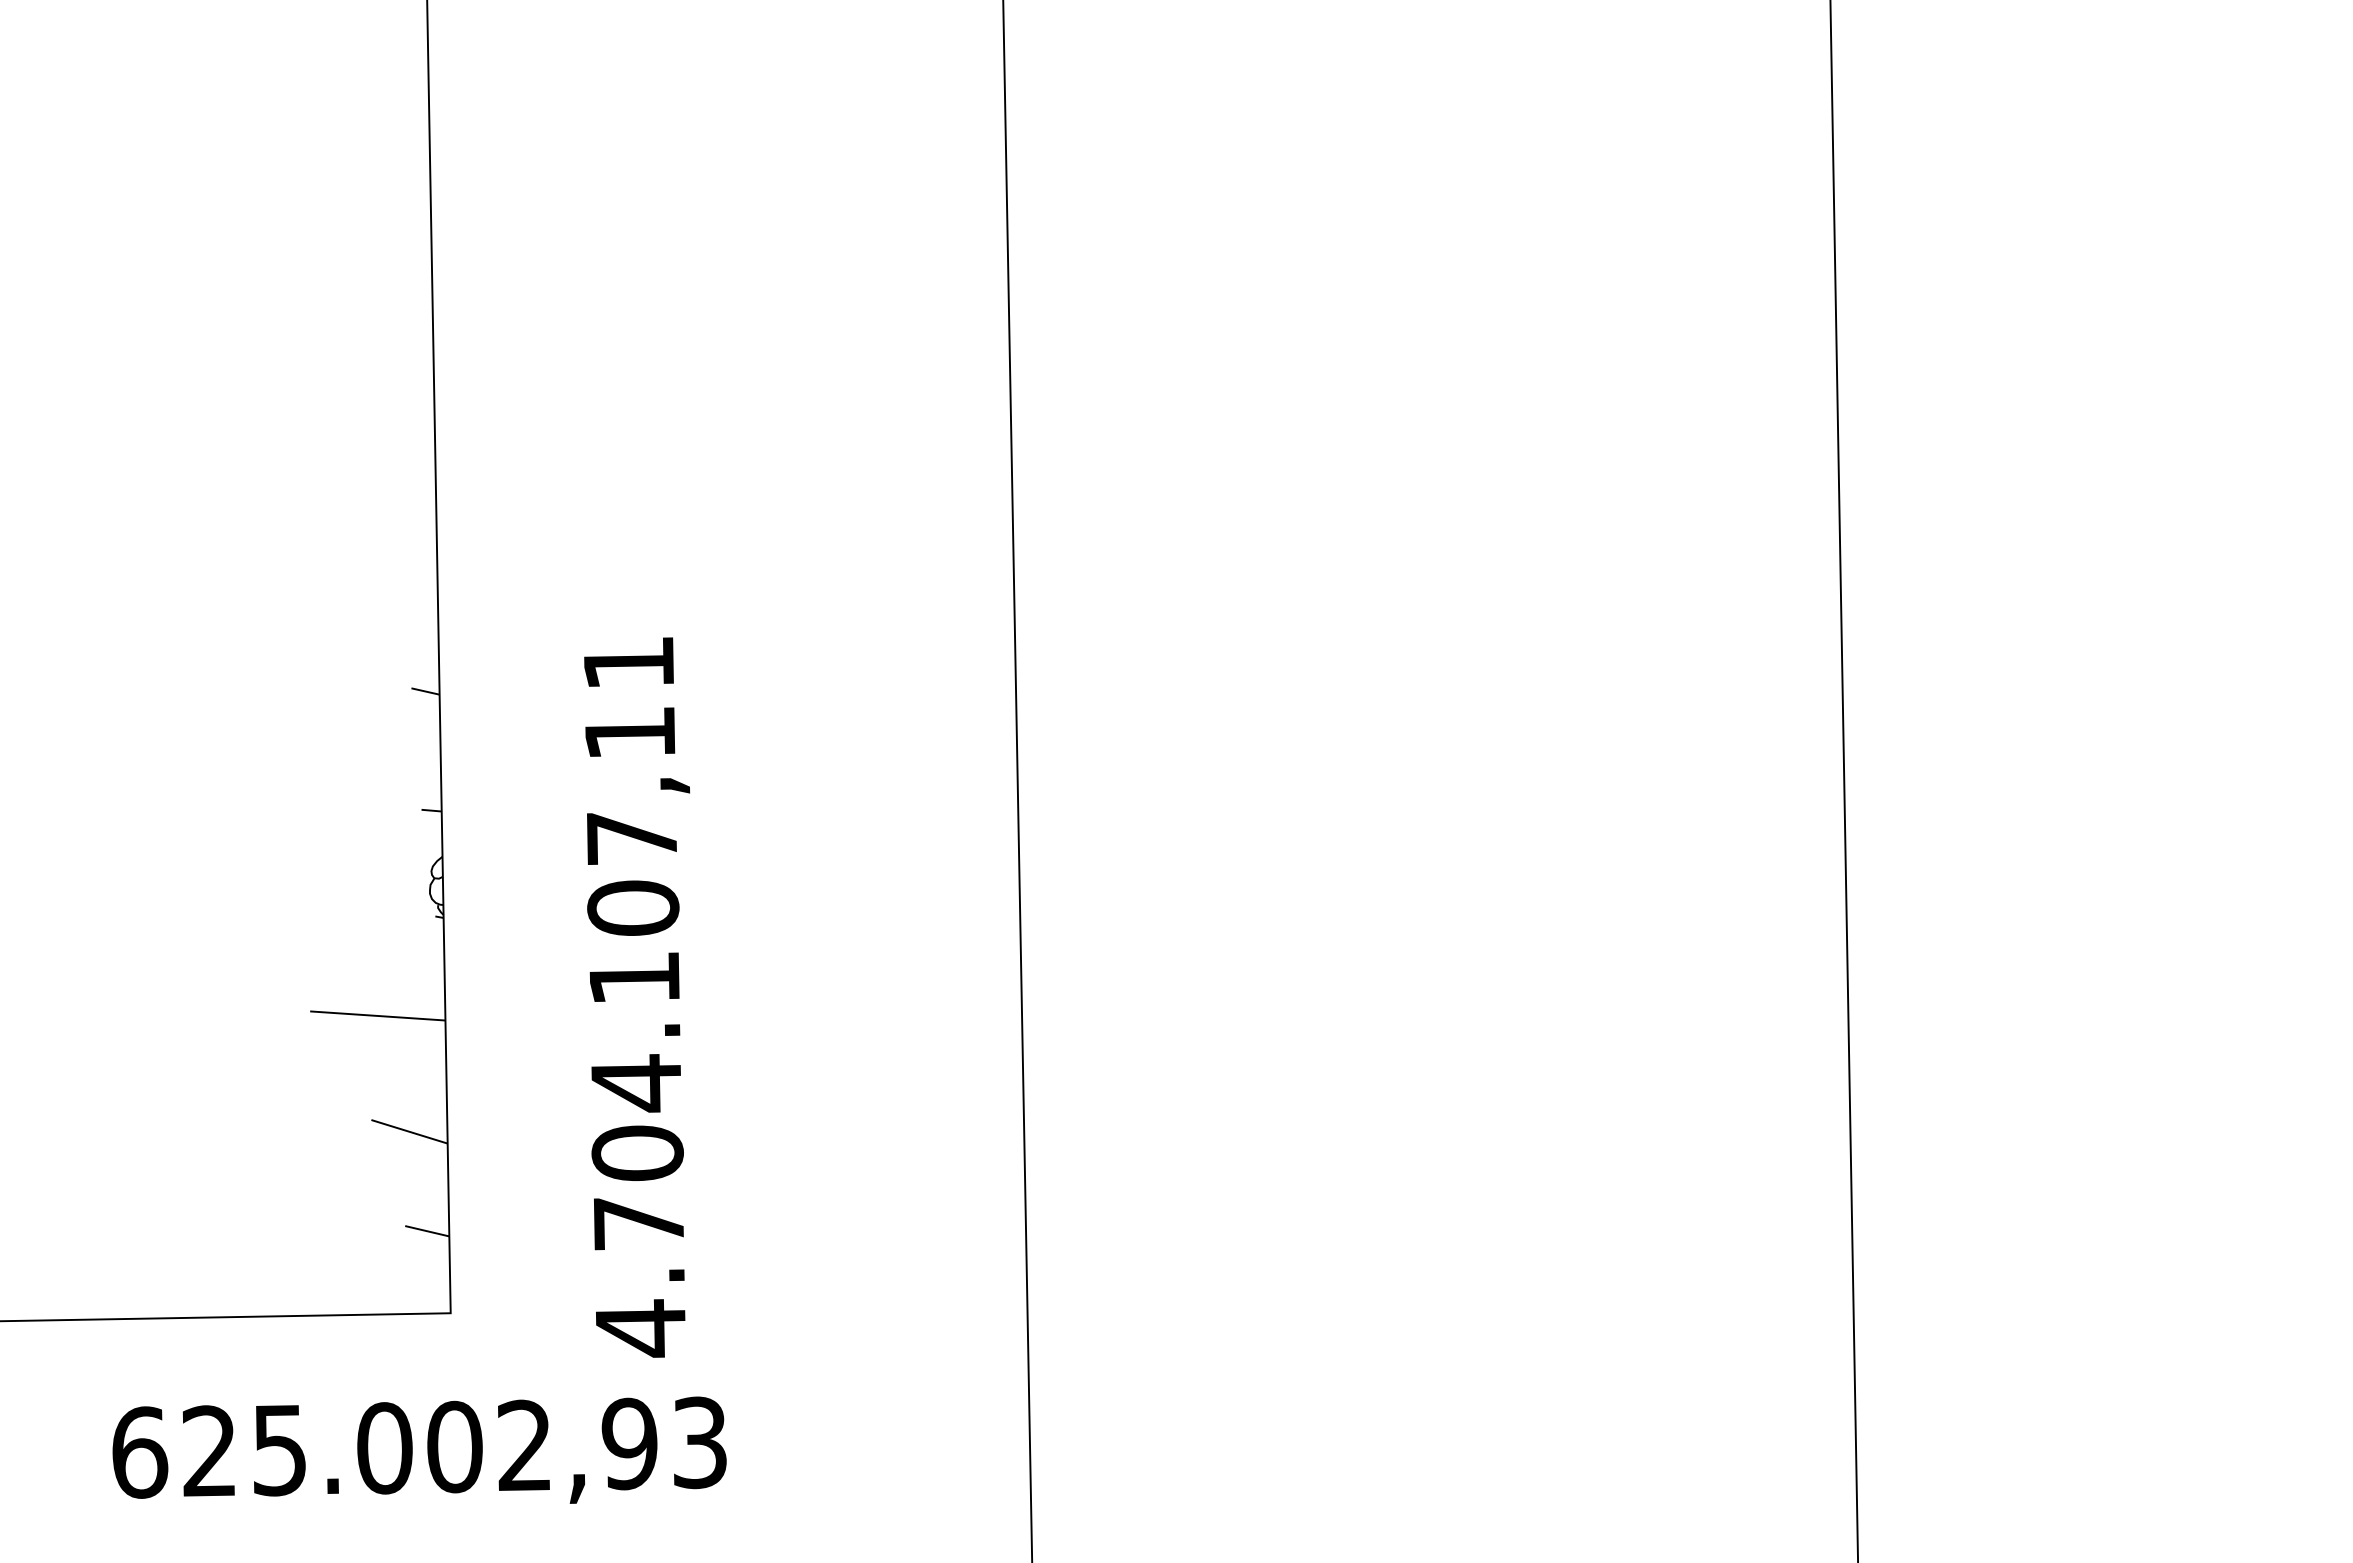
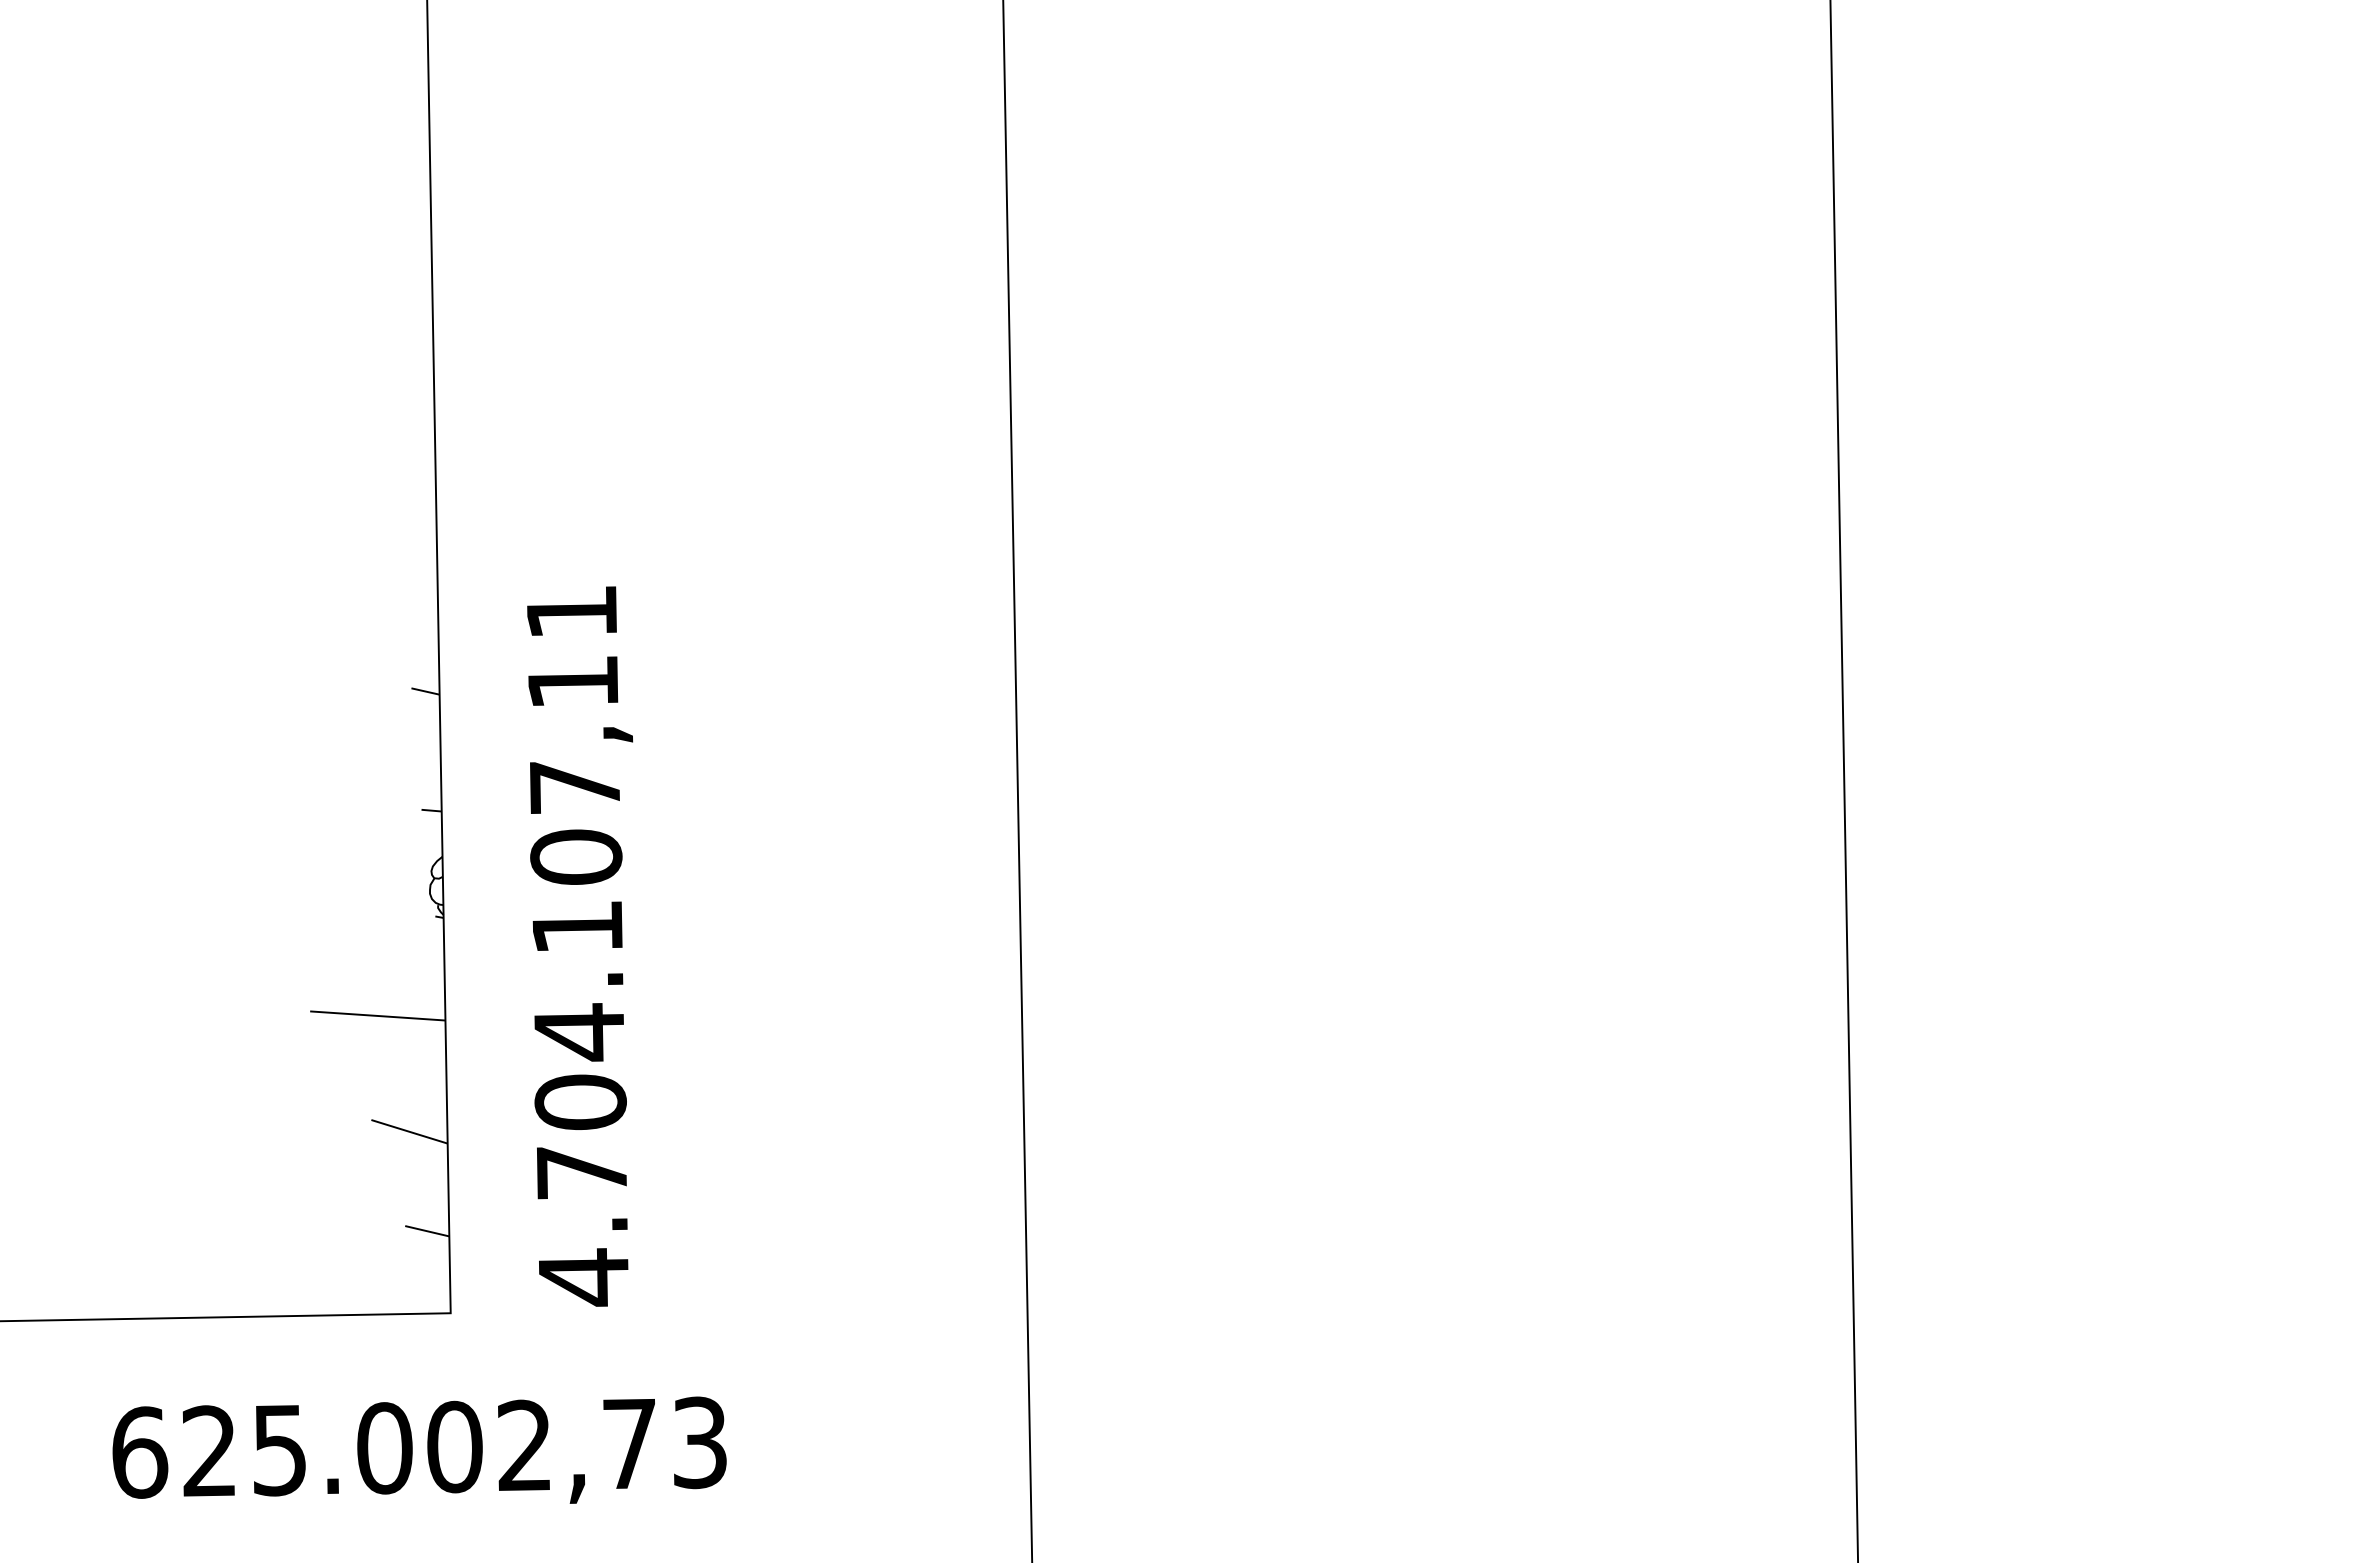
text at (636, 997) position: (636, 997) -> (579, 946)
text at (629, 1443): 625.002,93 -> 625.002,73
